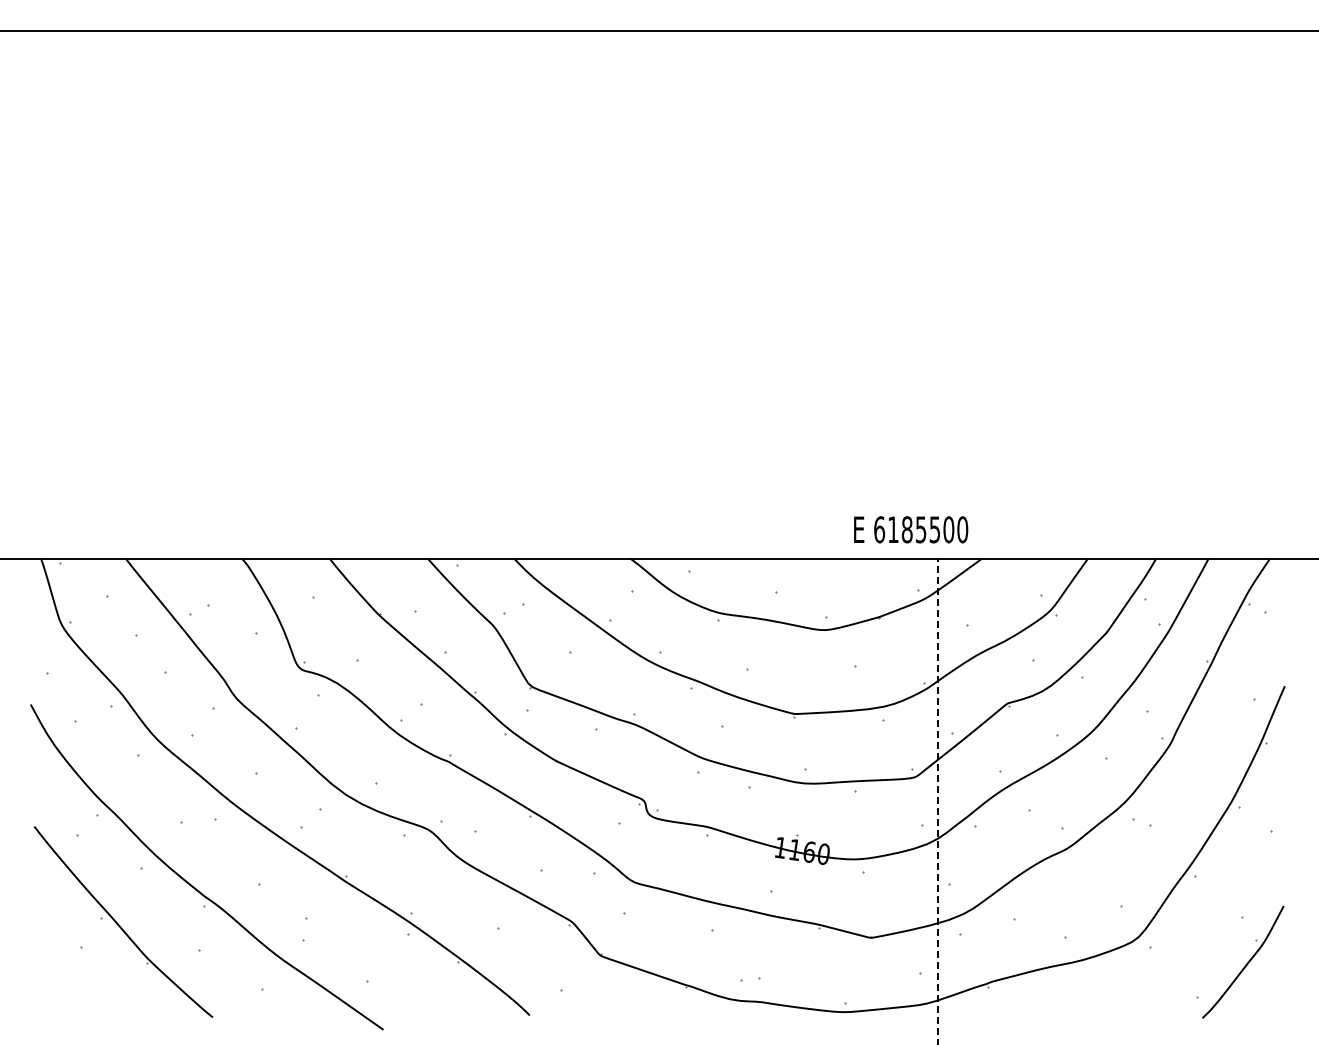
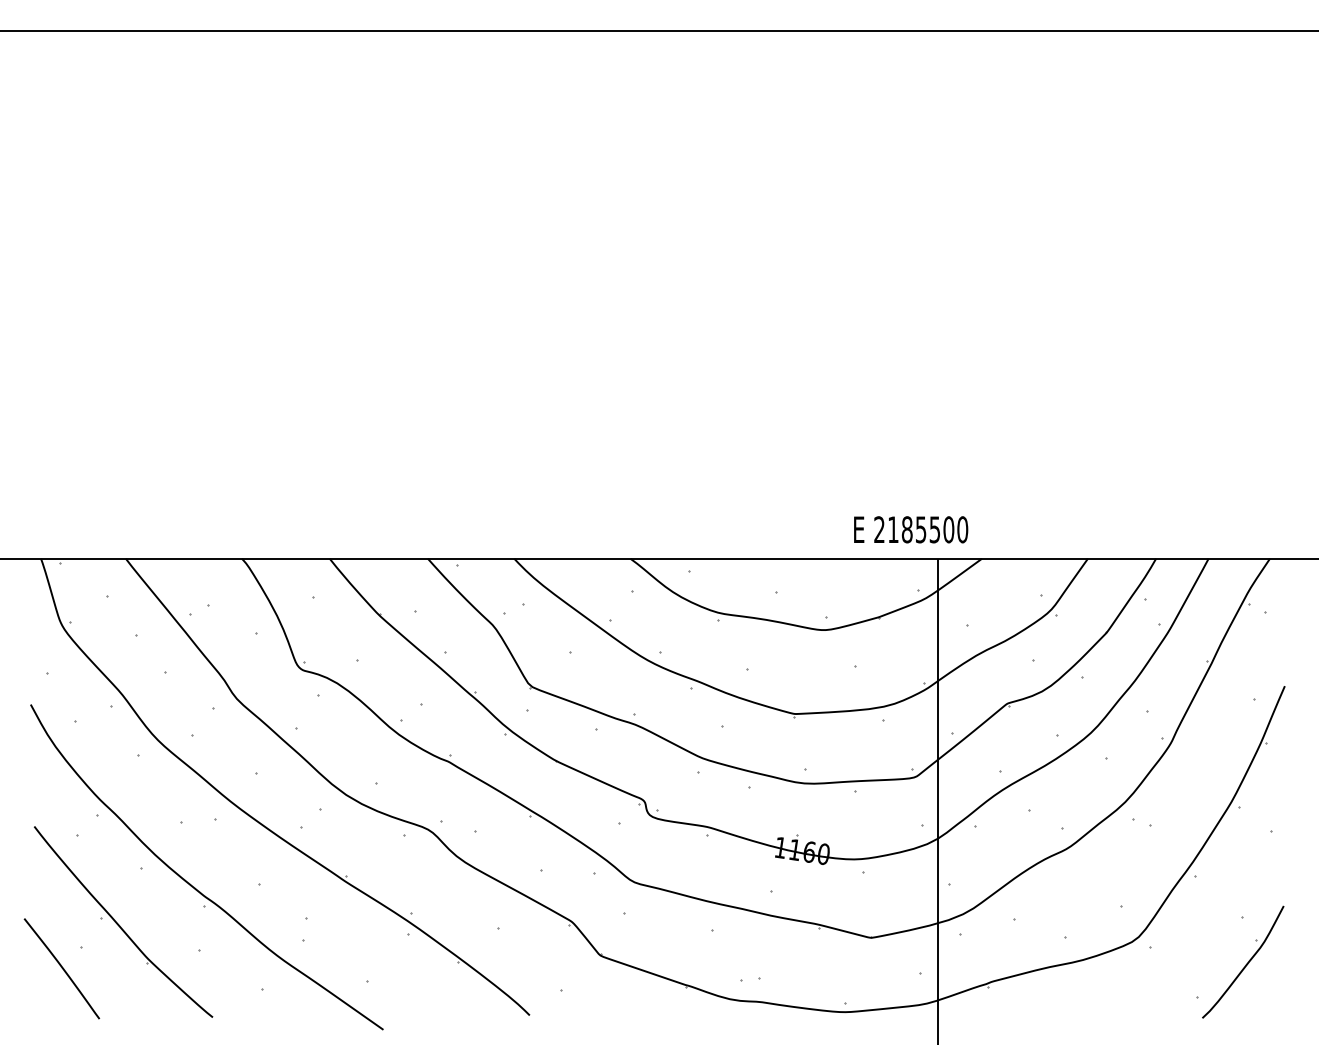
text at (879, 529): 6185500 -> 2185500
line at (937, 801): dashed -> solid
curve at (61, 968): none -> present
